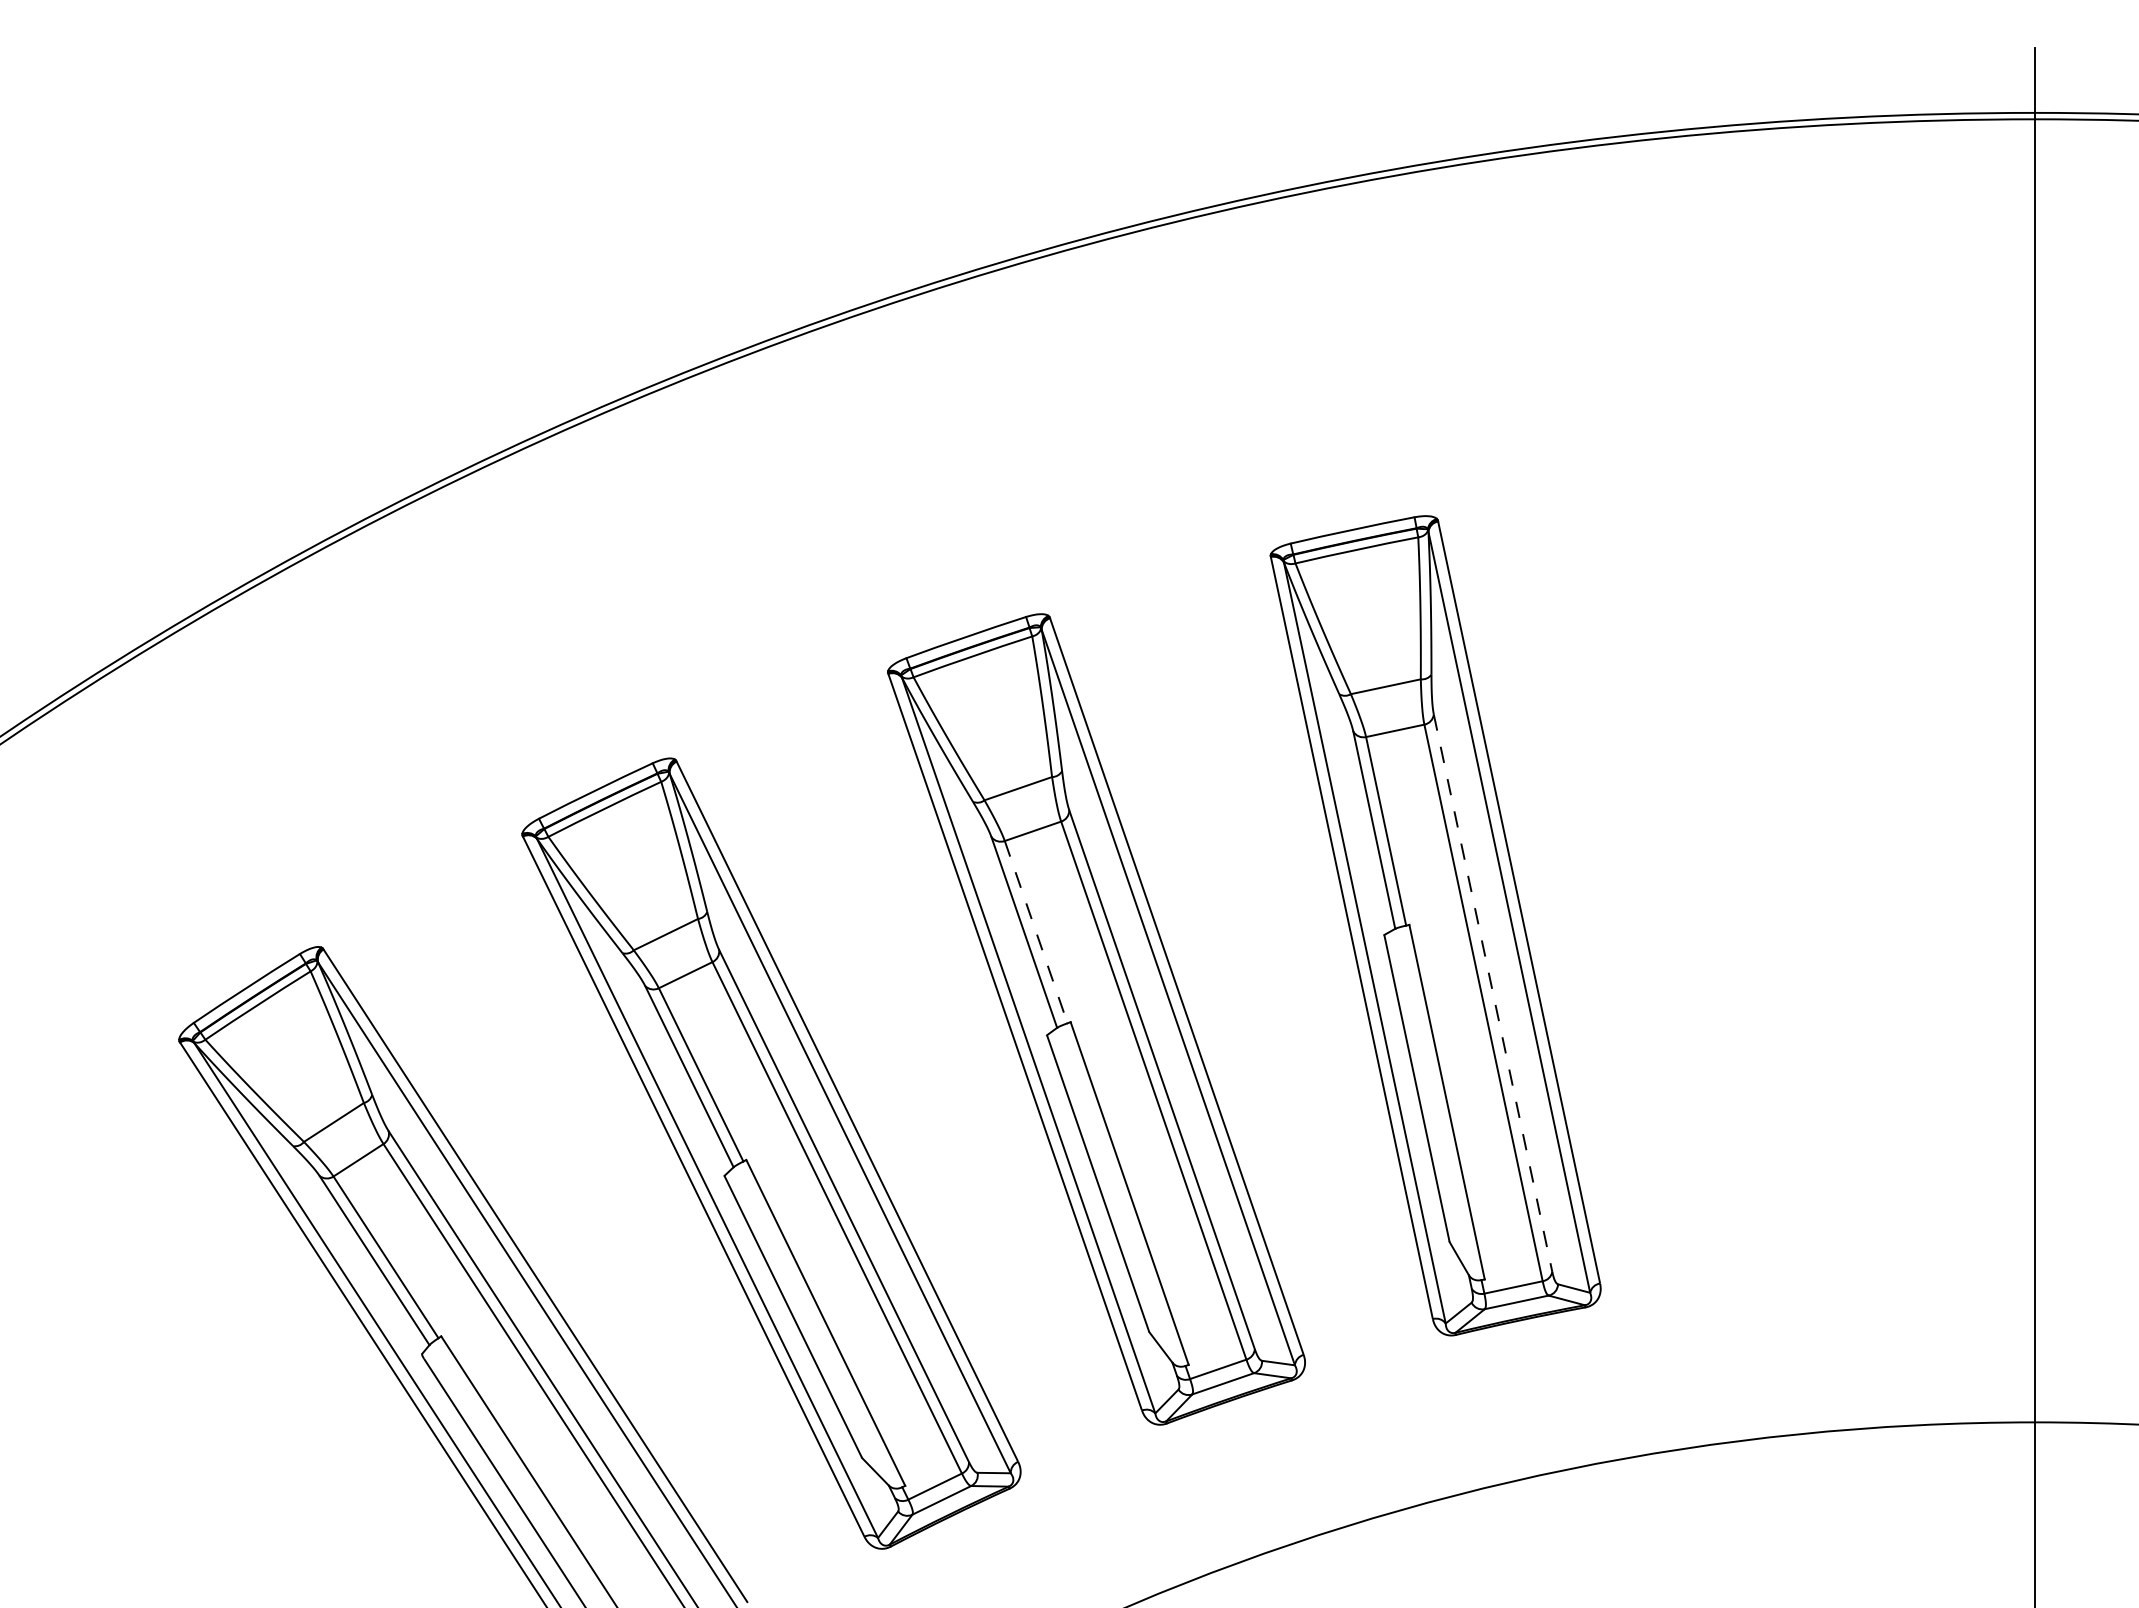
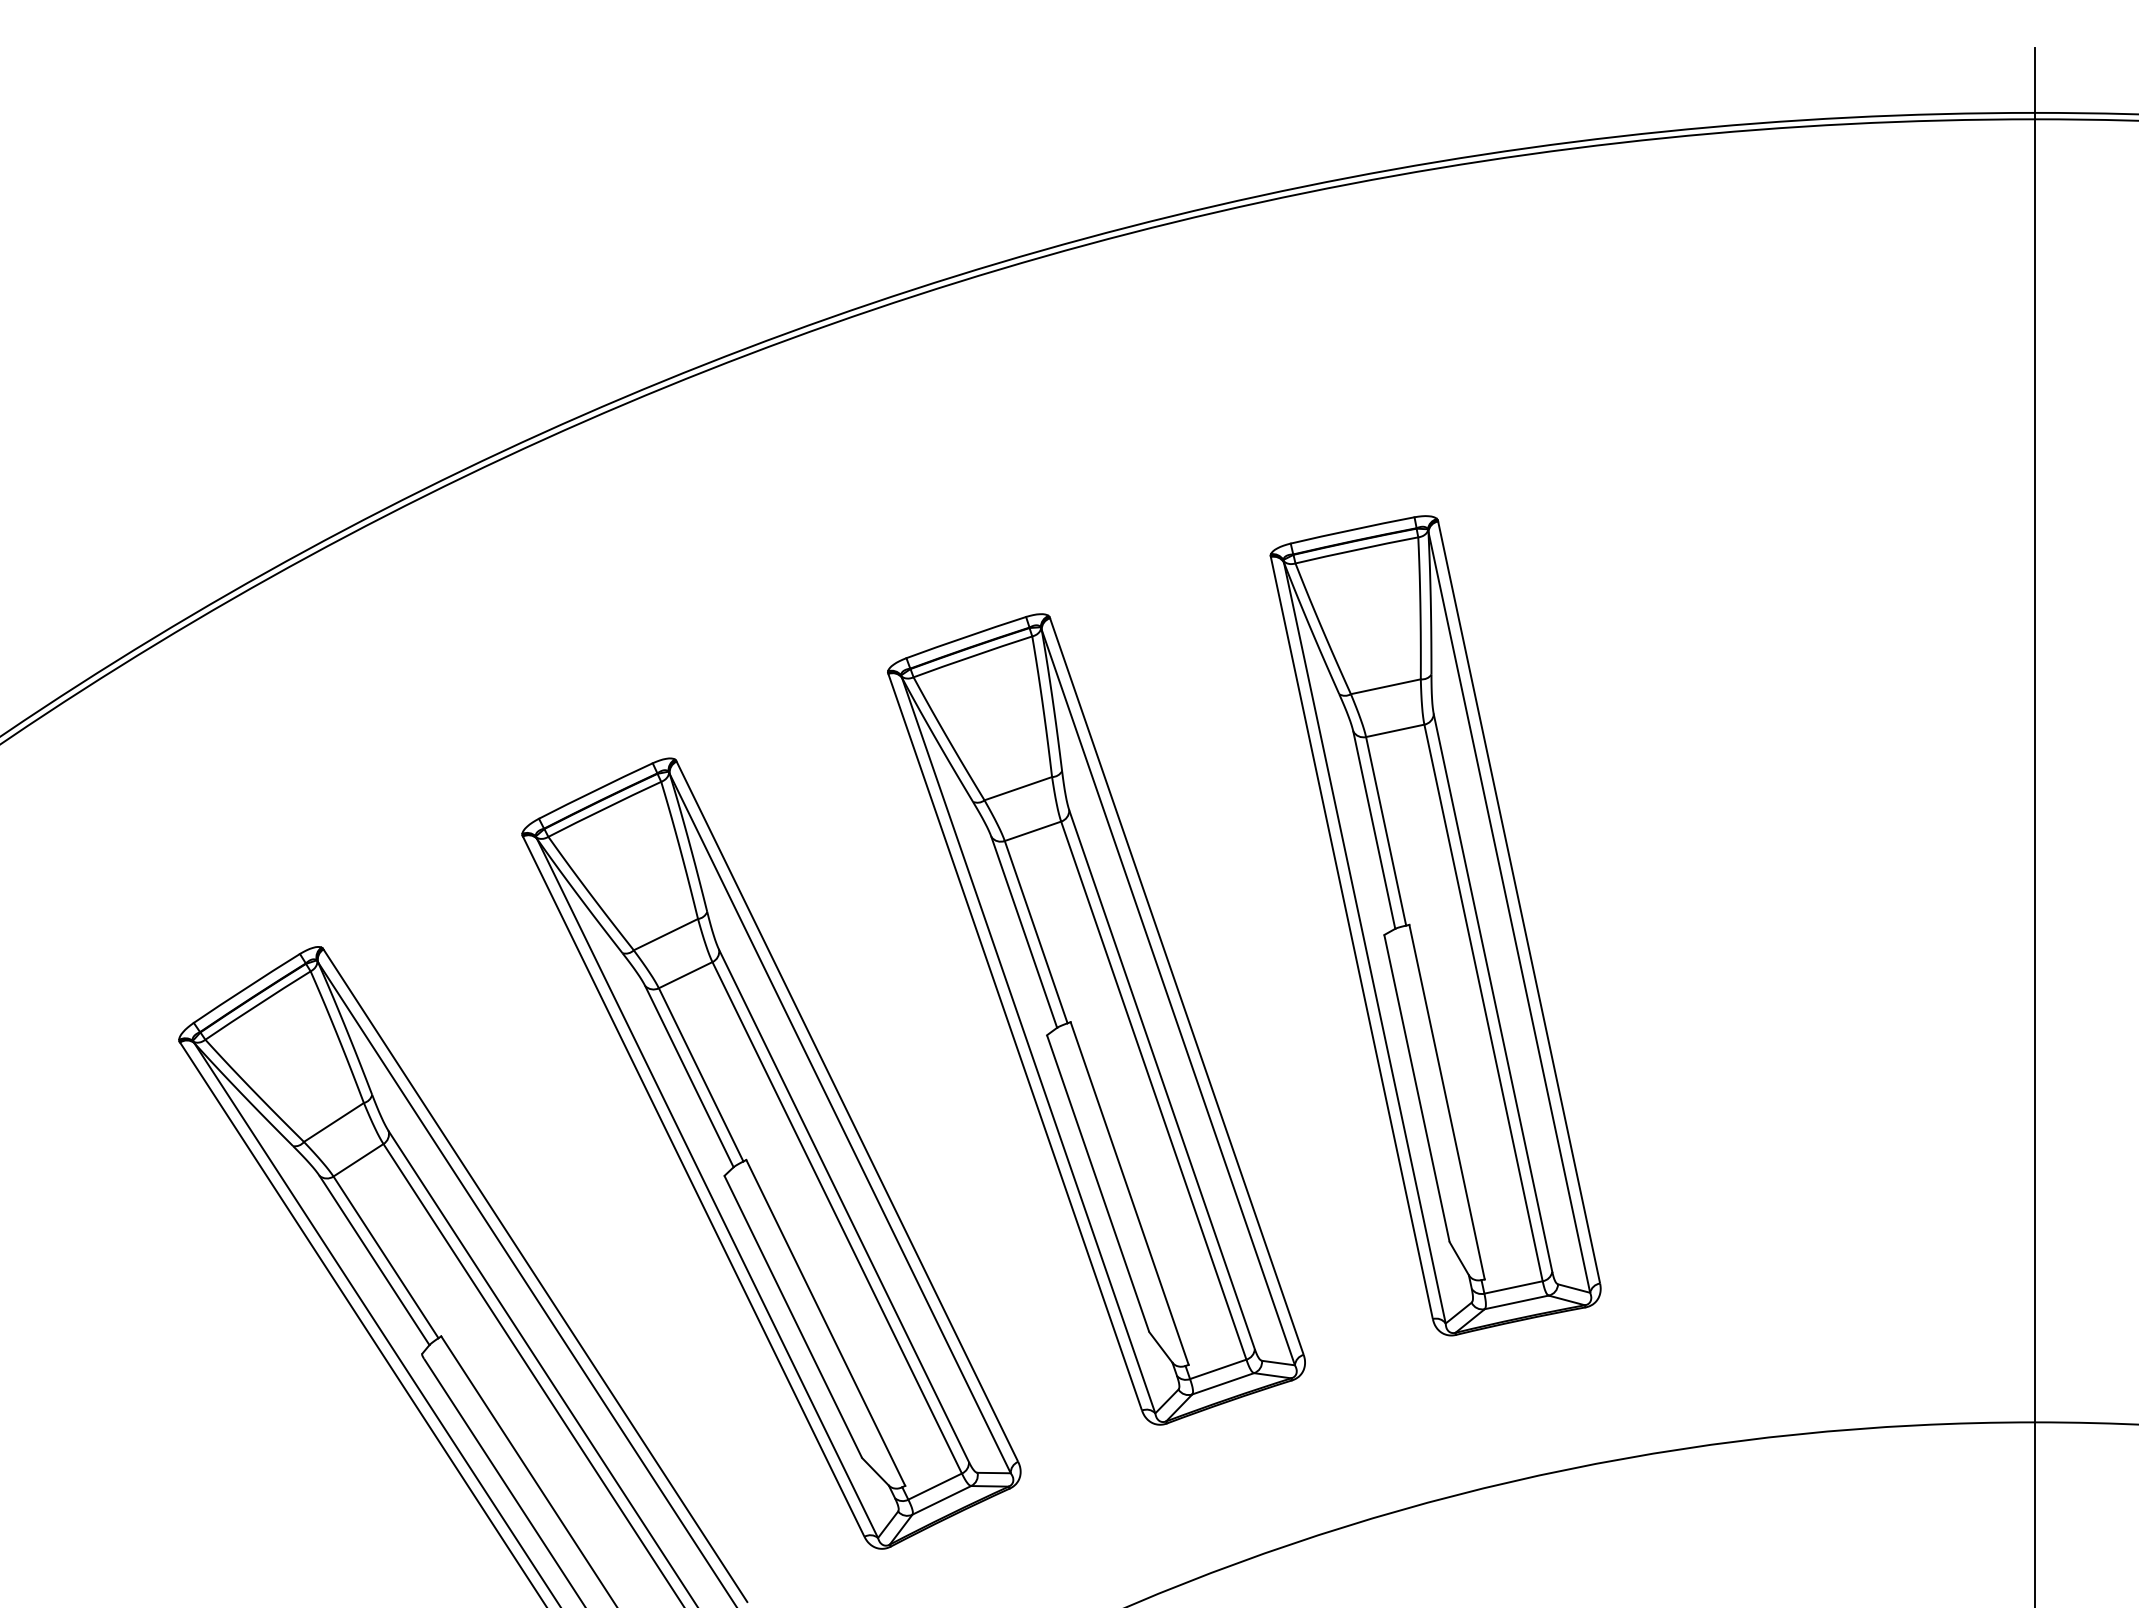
line at (1036, 932): dashed -> solid
line at (1493, 993): dashed -> solid
